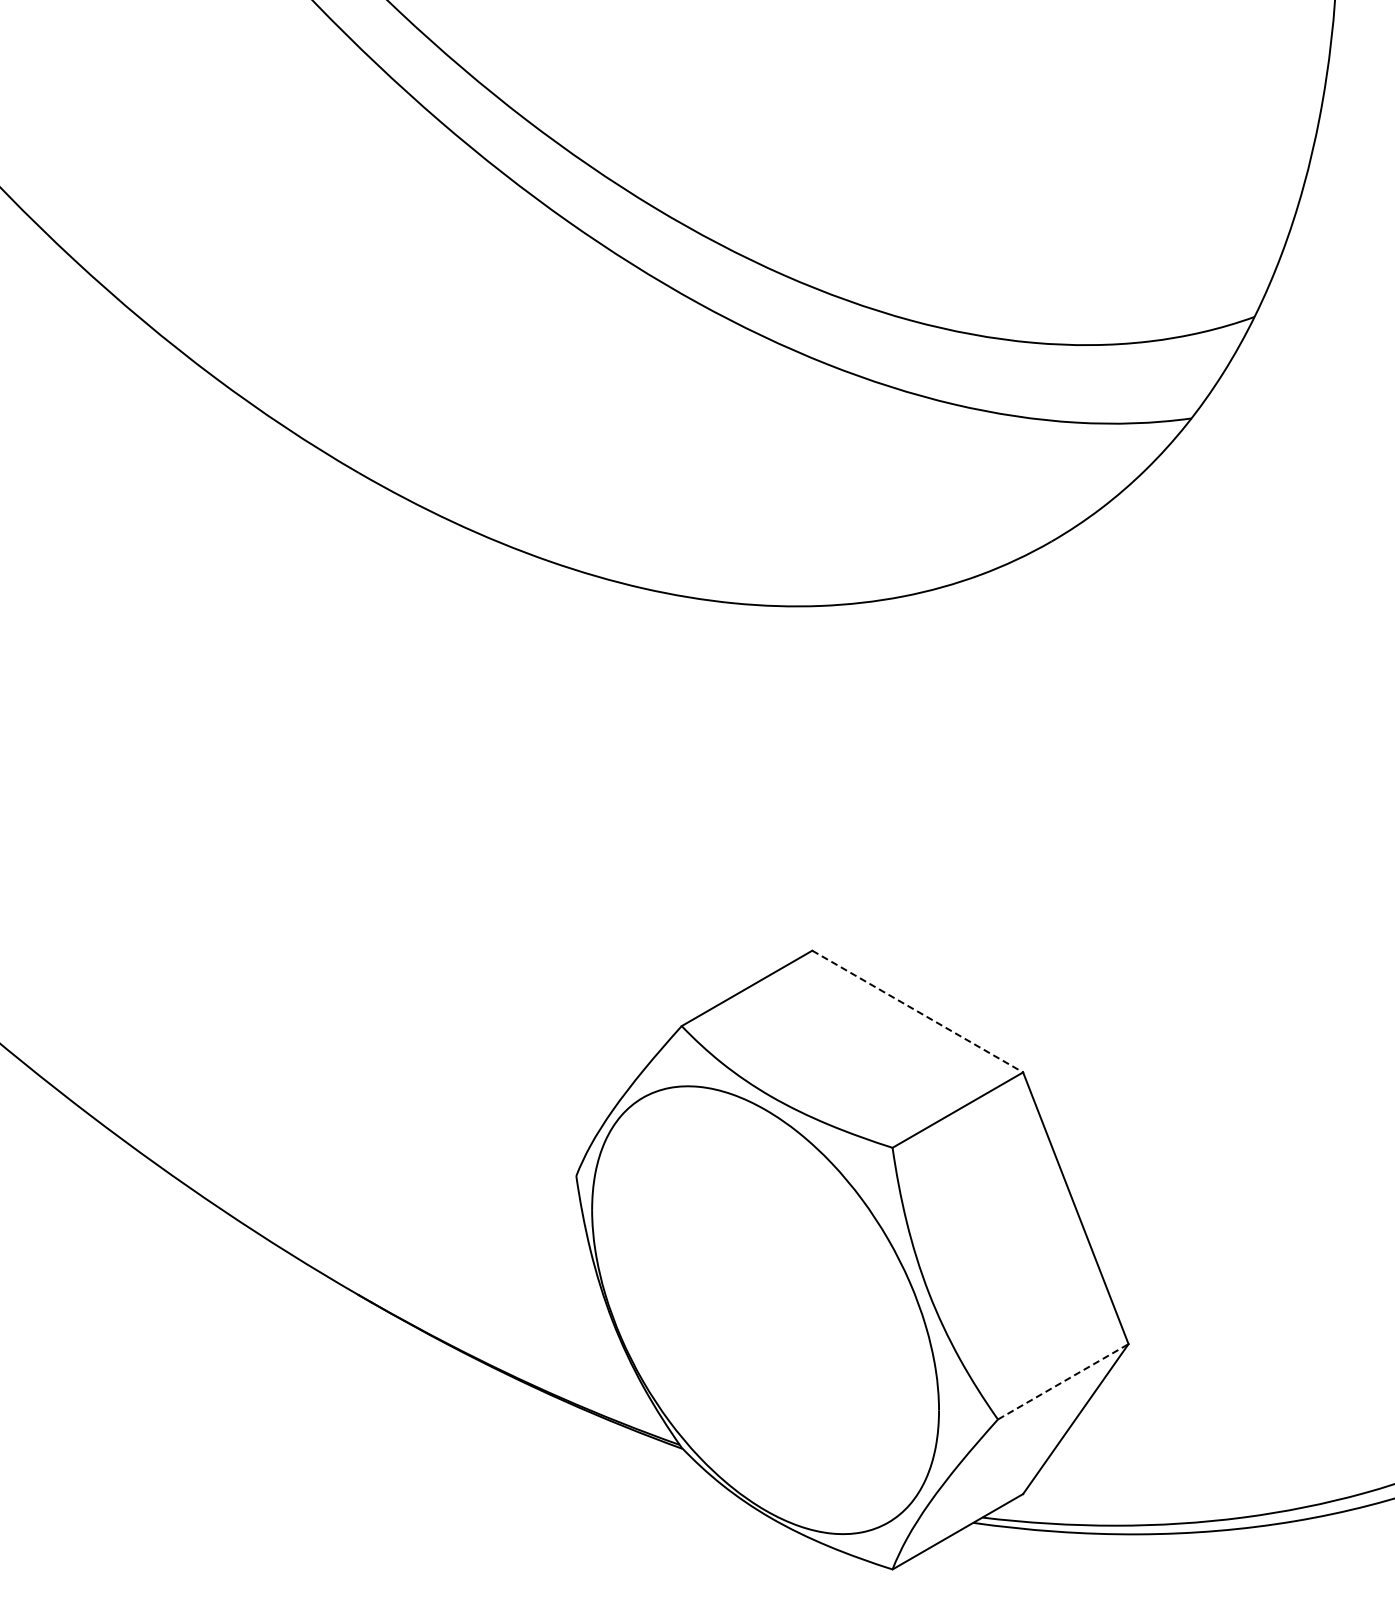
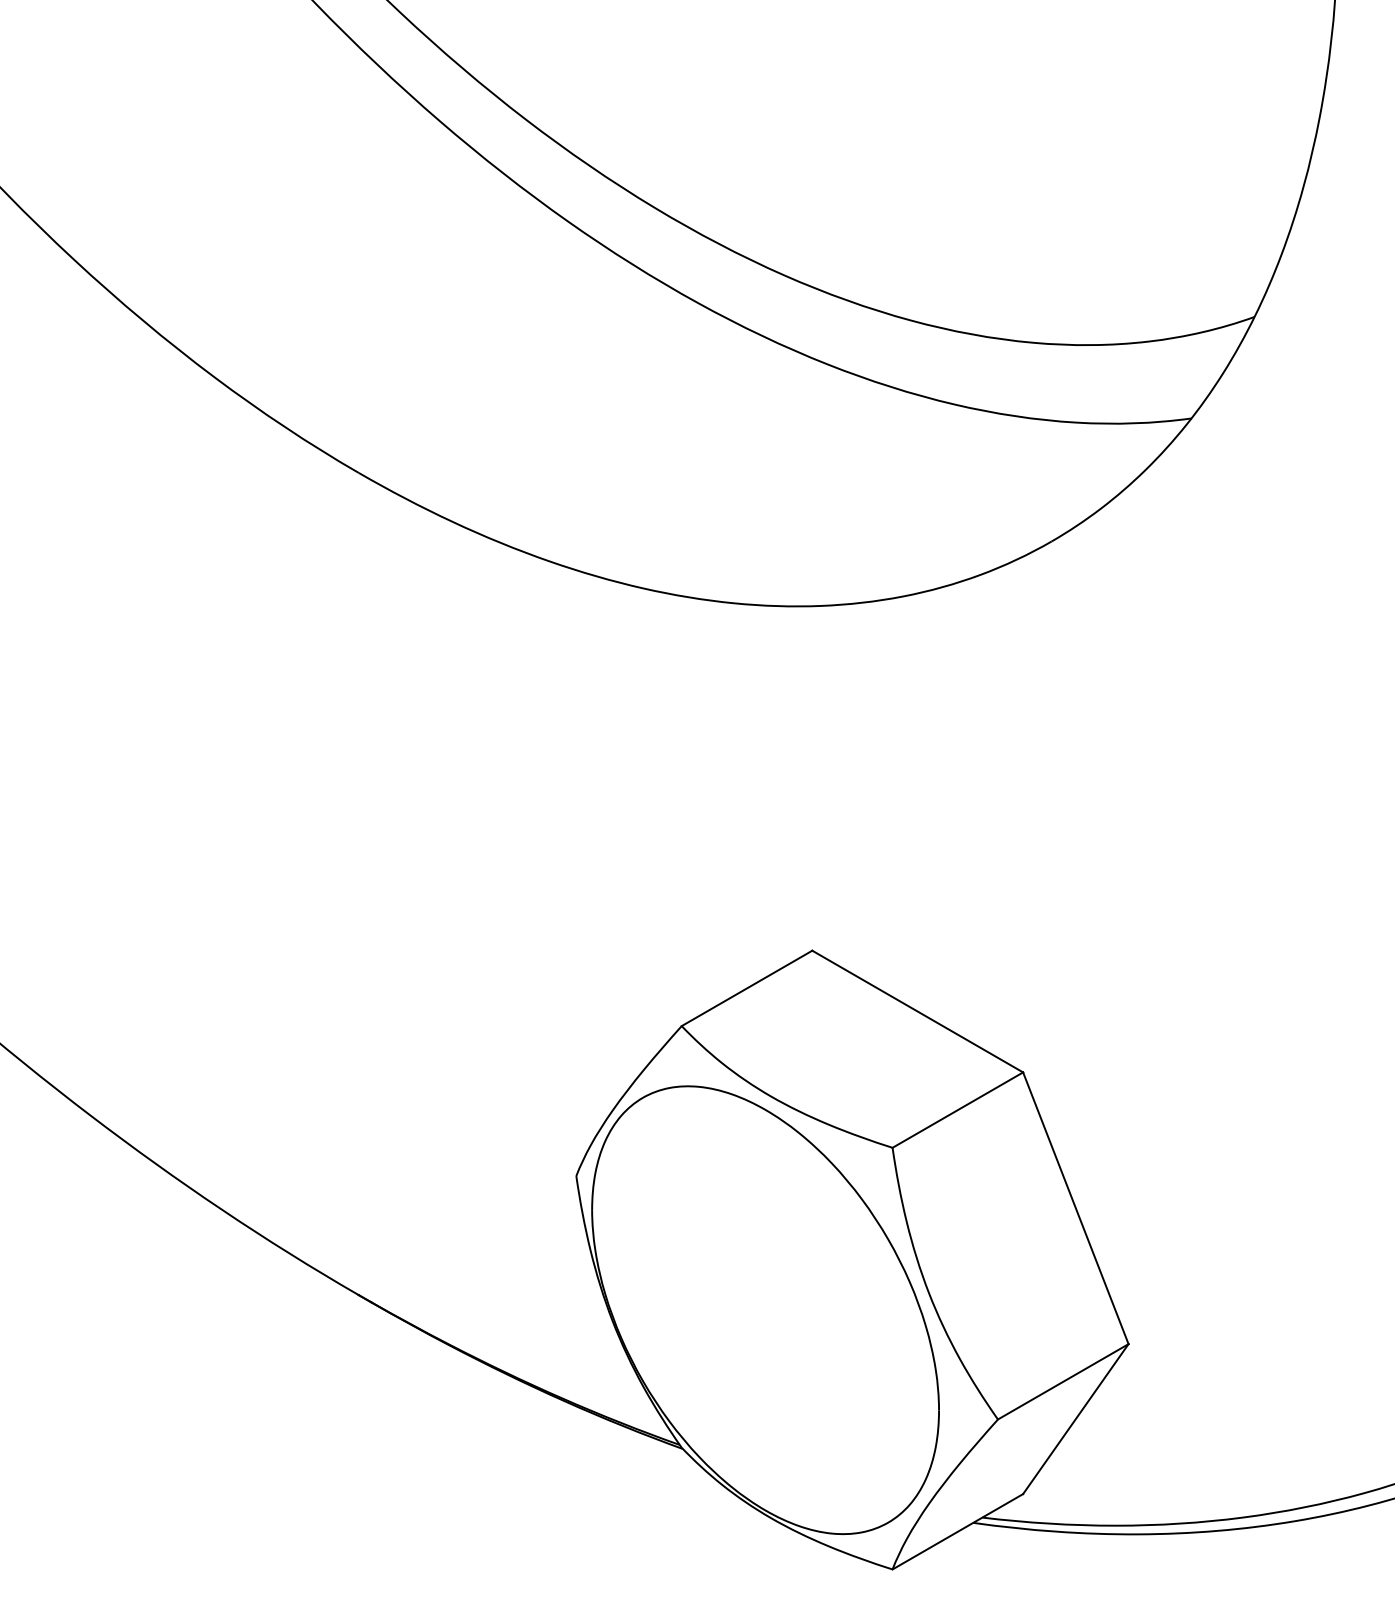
line at (917, 1011): dashed -> solid
line at (1063, 1381): dashed -> solid
